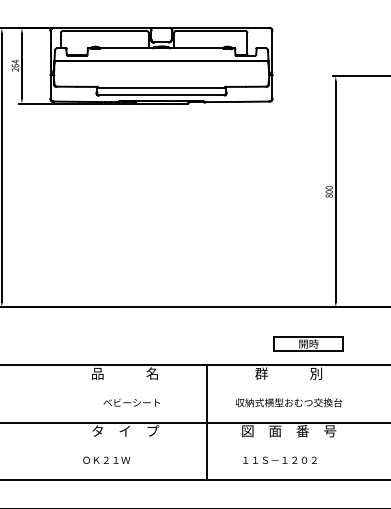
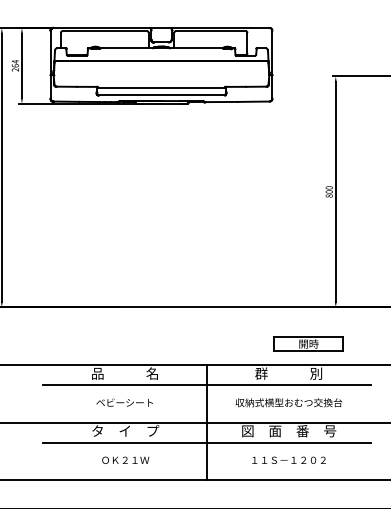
line at (206, 385): none -> present
text at (131, 402) position: (131, 402) -> (124, 402)
line at (206, 442): none -> present
text at (106, 459) position: (106, 459) -> (125, 459)
text at (279, 459) position: (279, 459) -> (288, 459)
